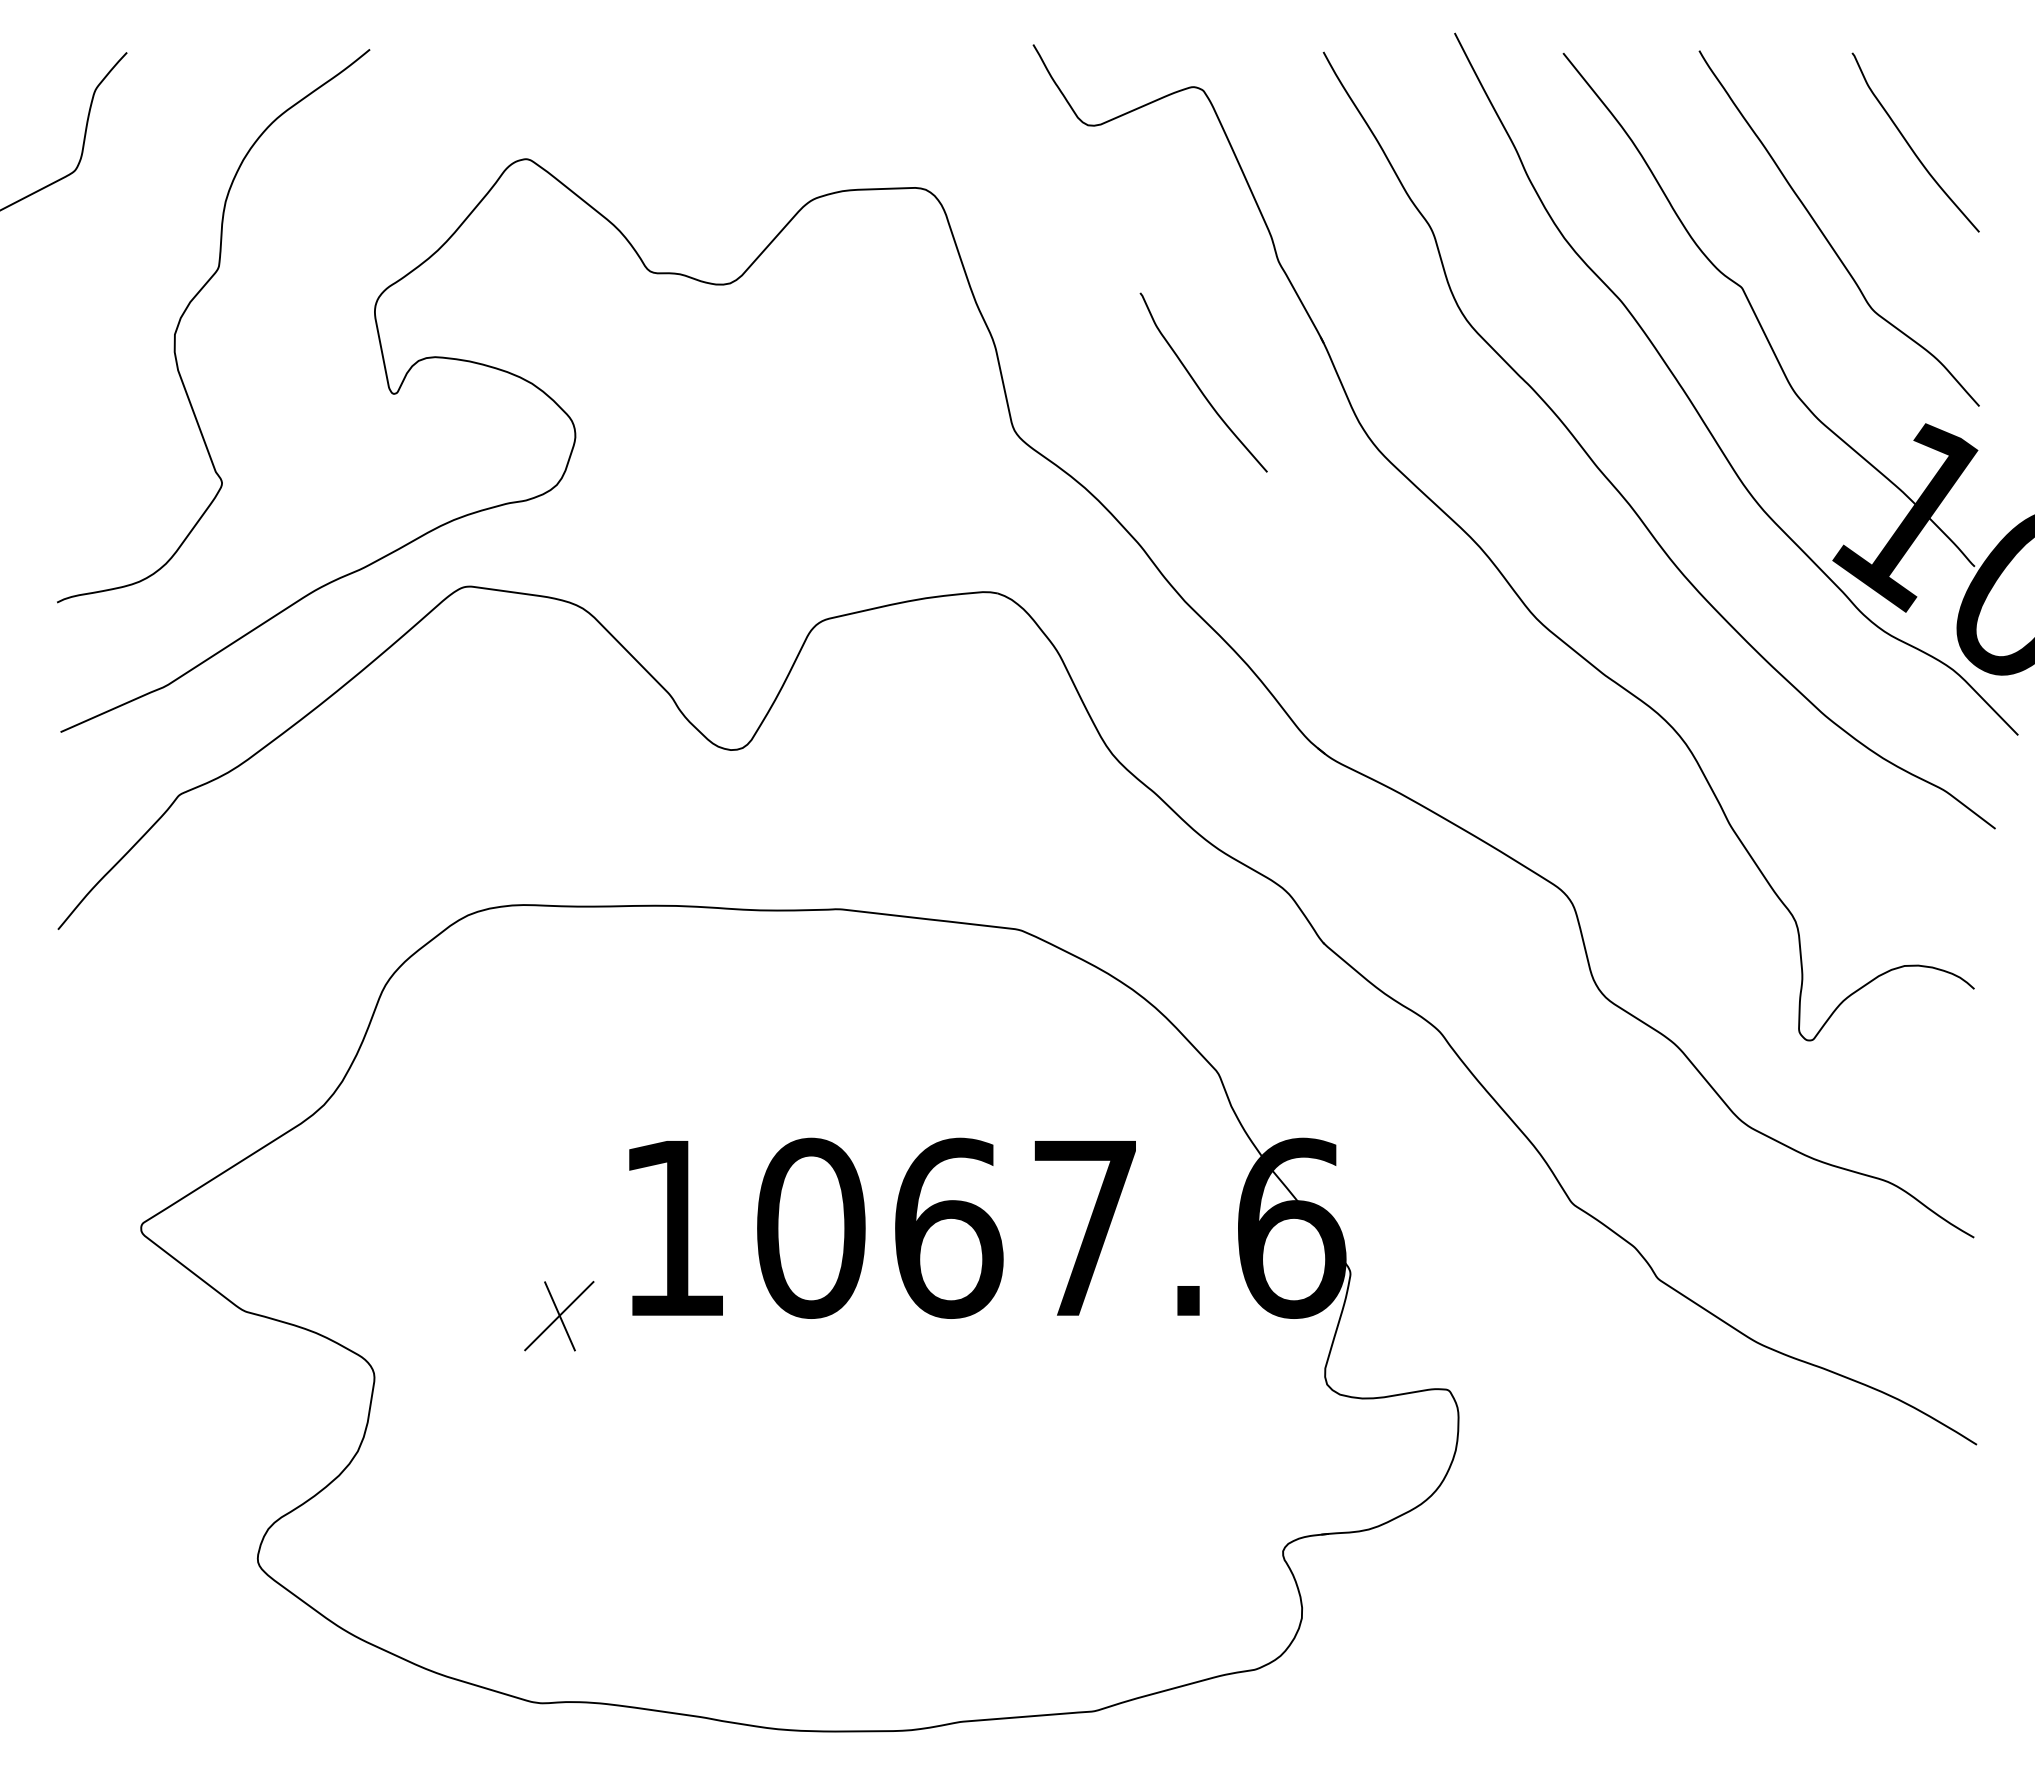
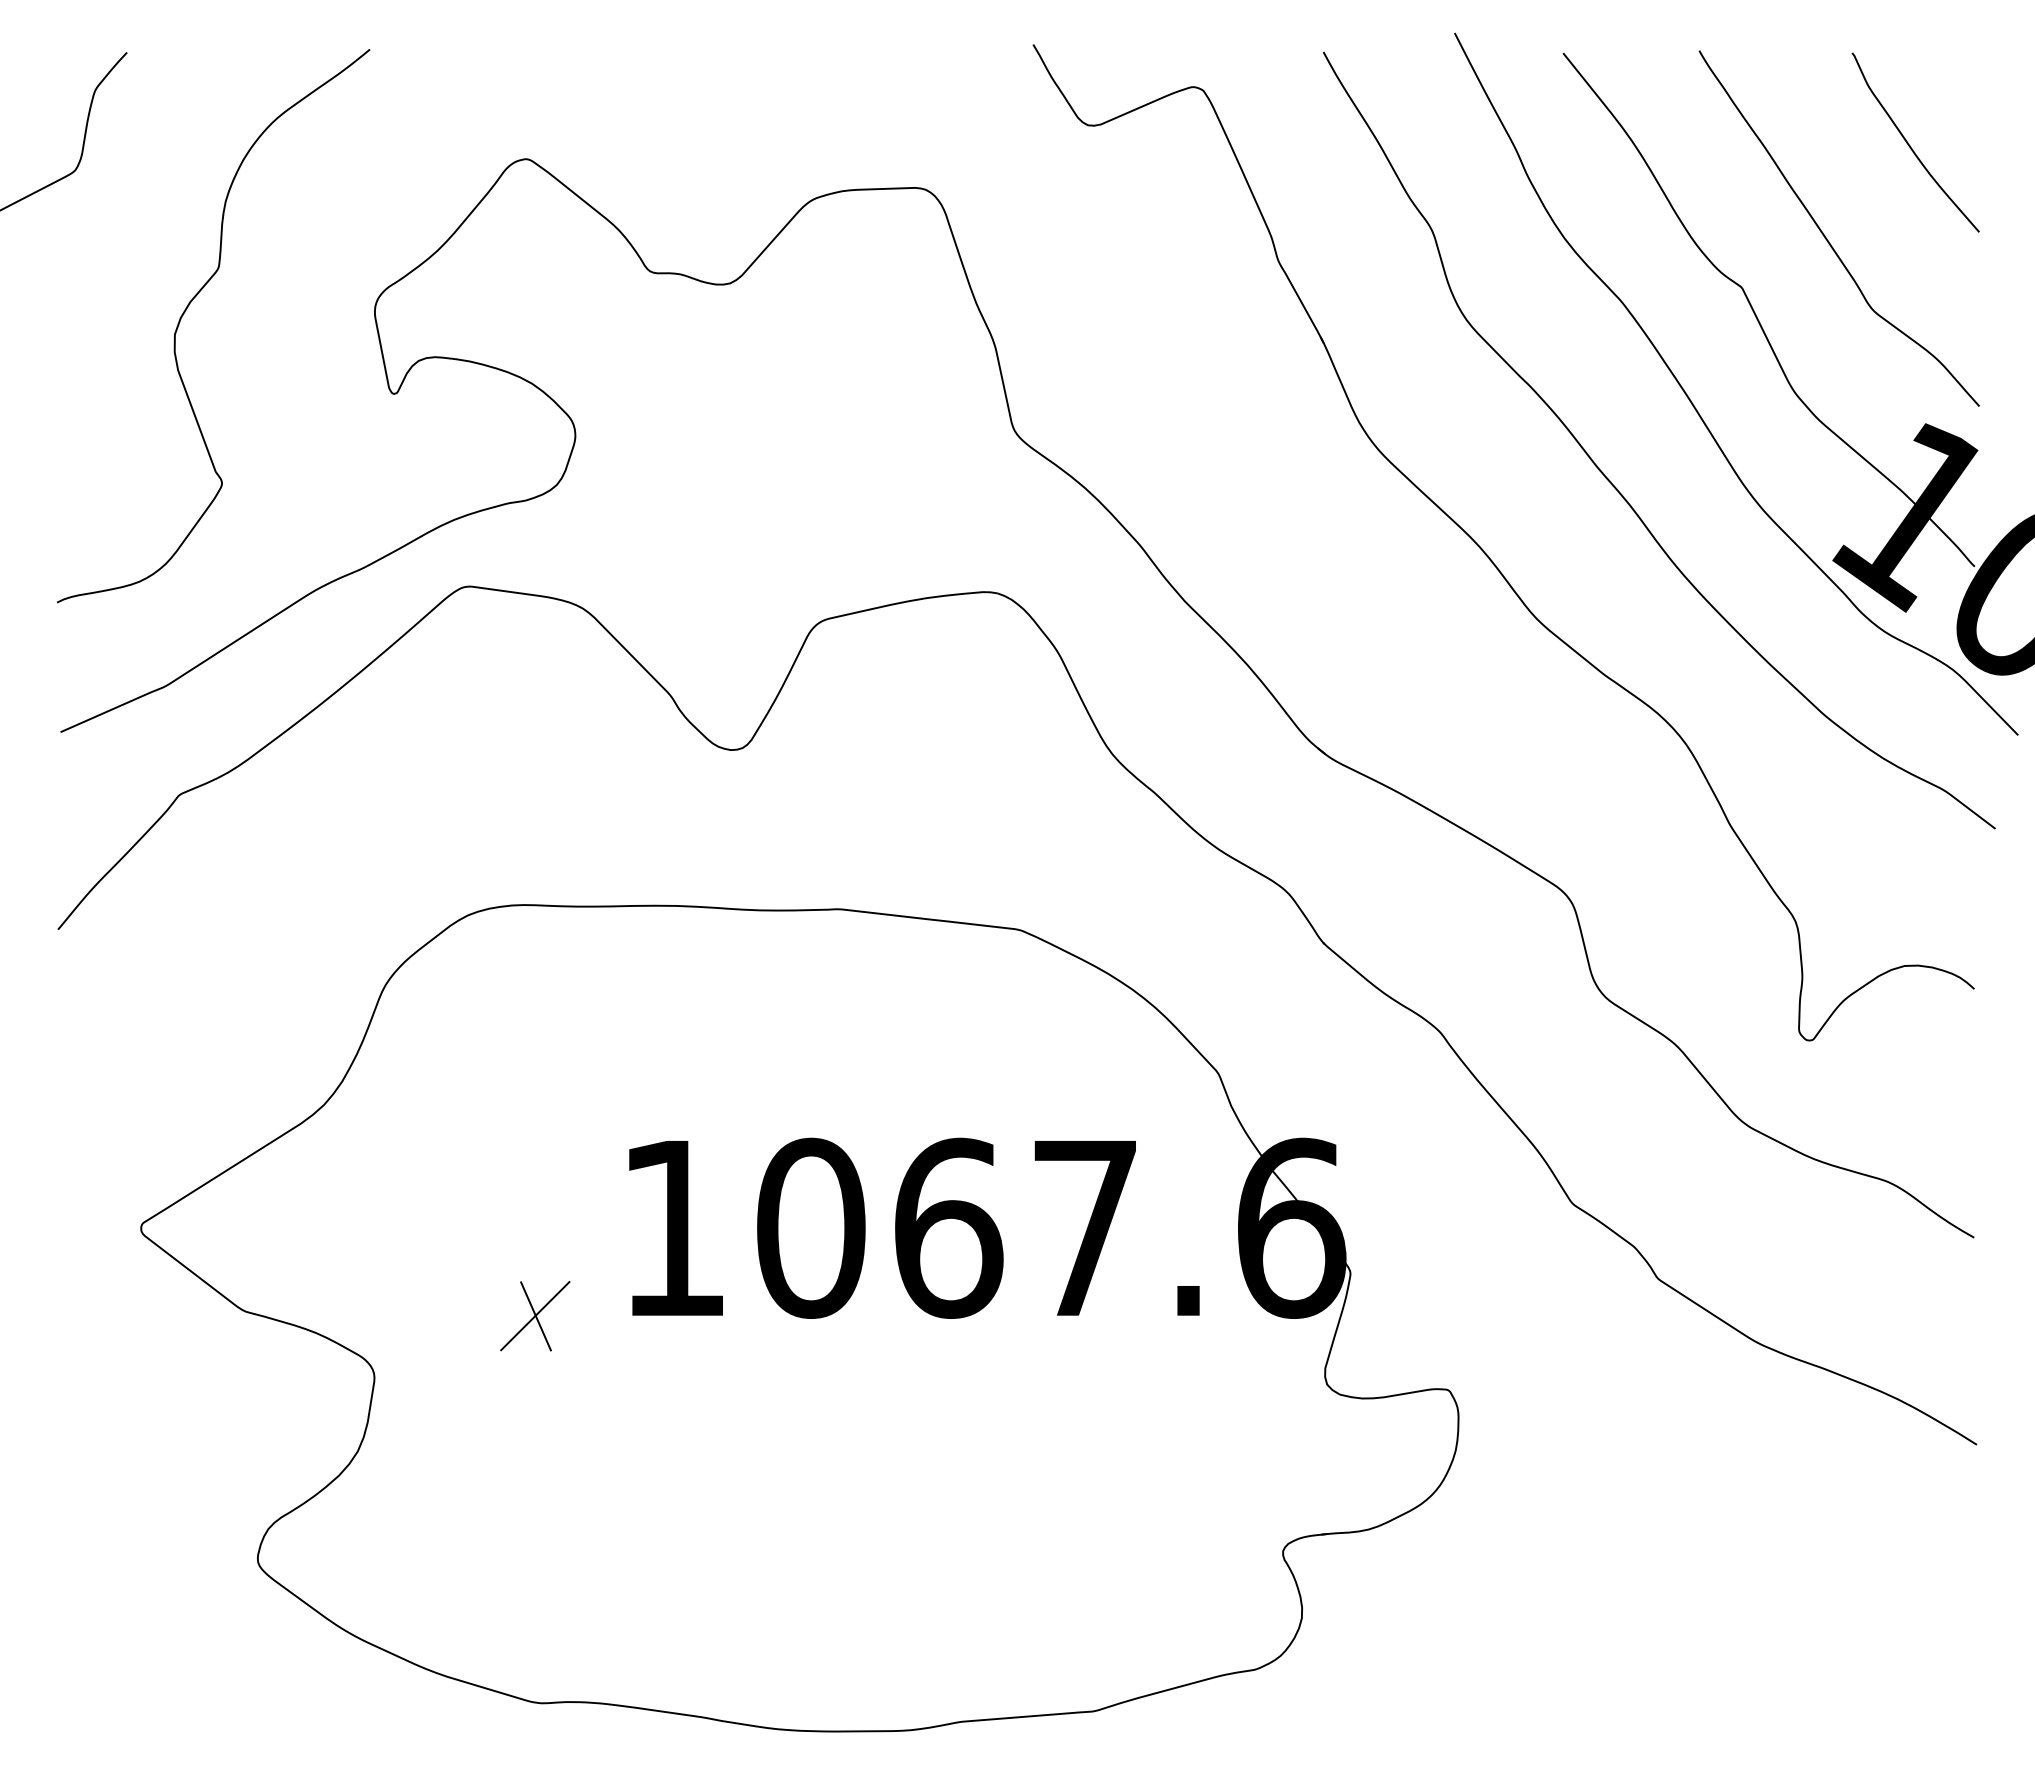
curve at (1198, 385): present -> none
part at (559, 1316) position: (559, 1316) -> (535, 1316)
